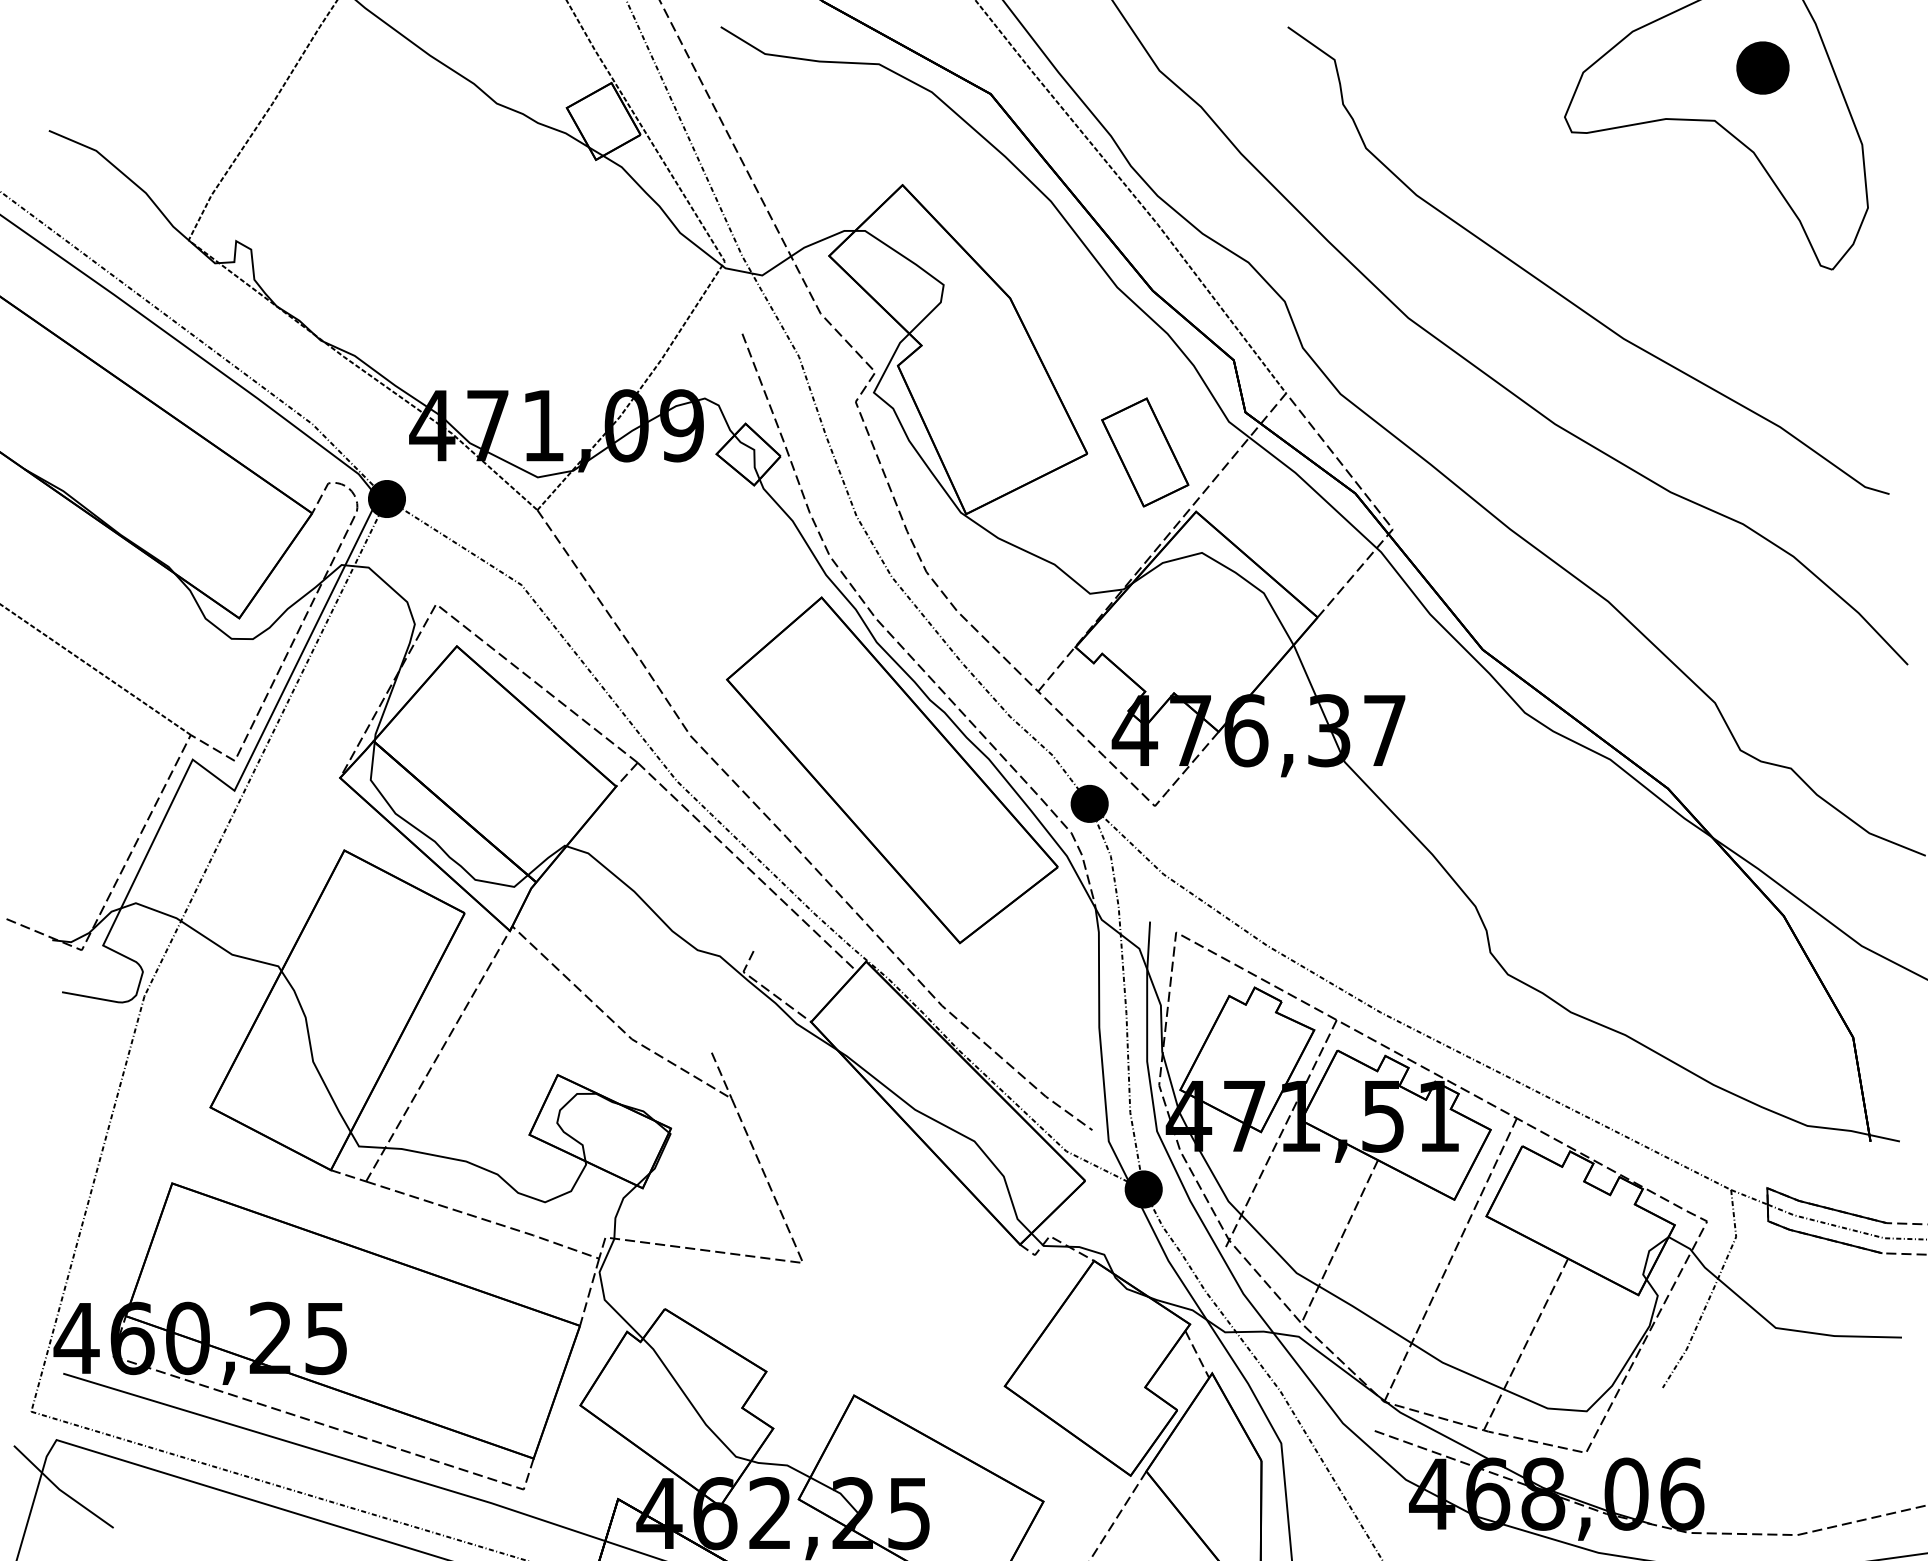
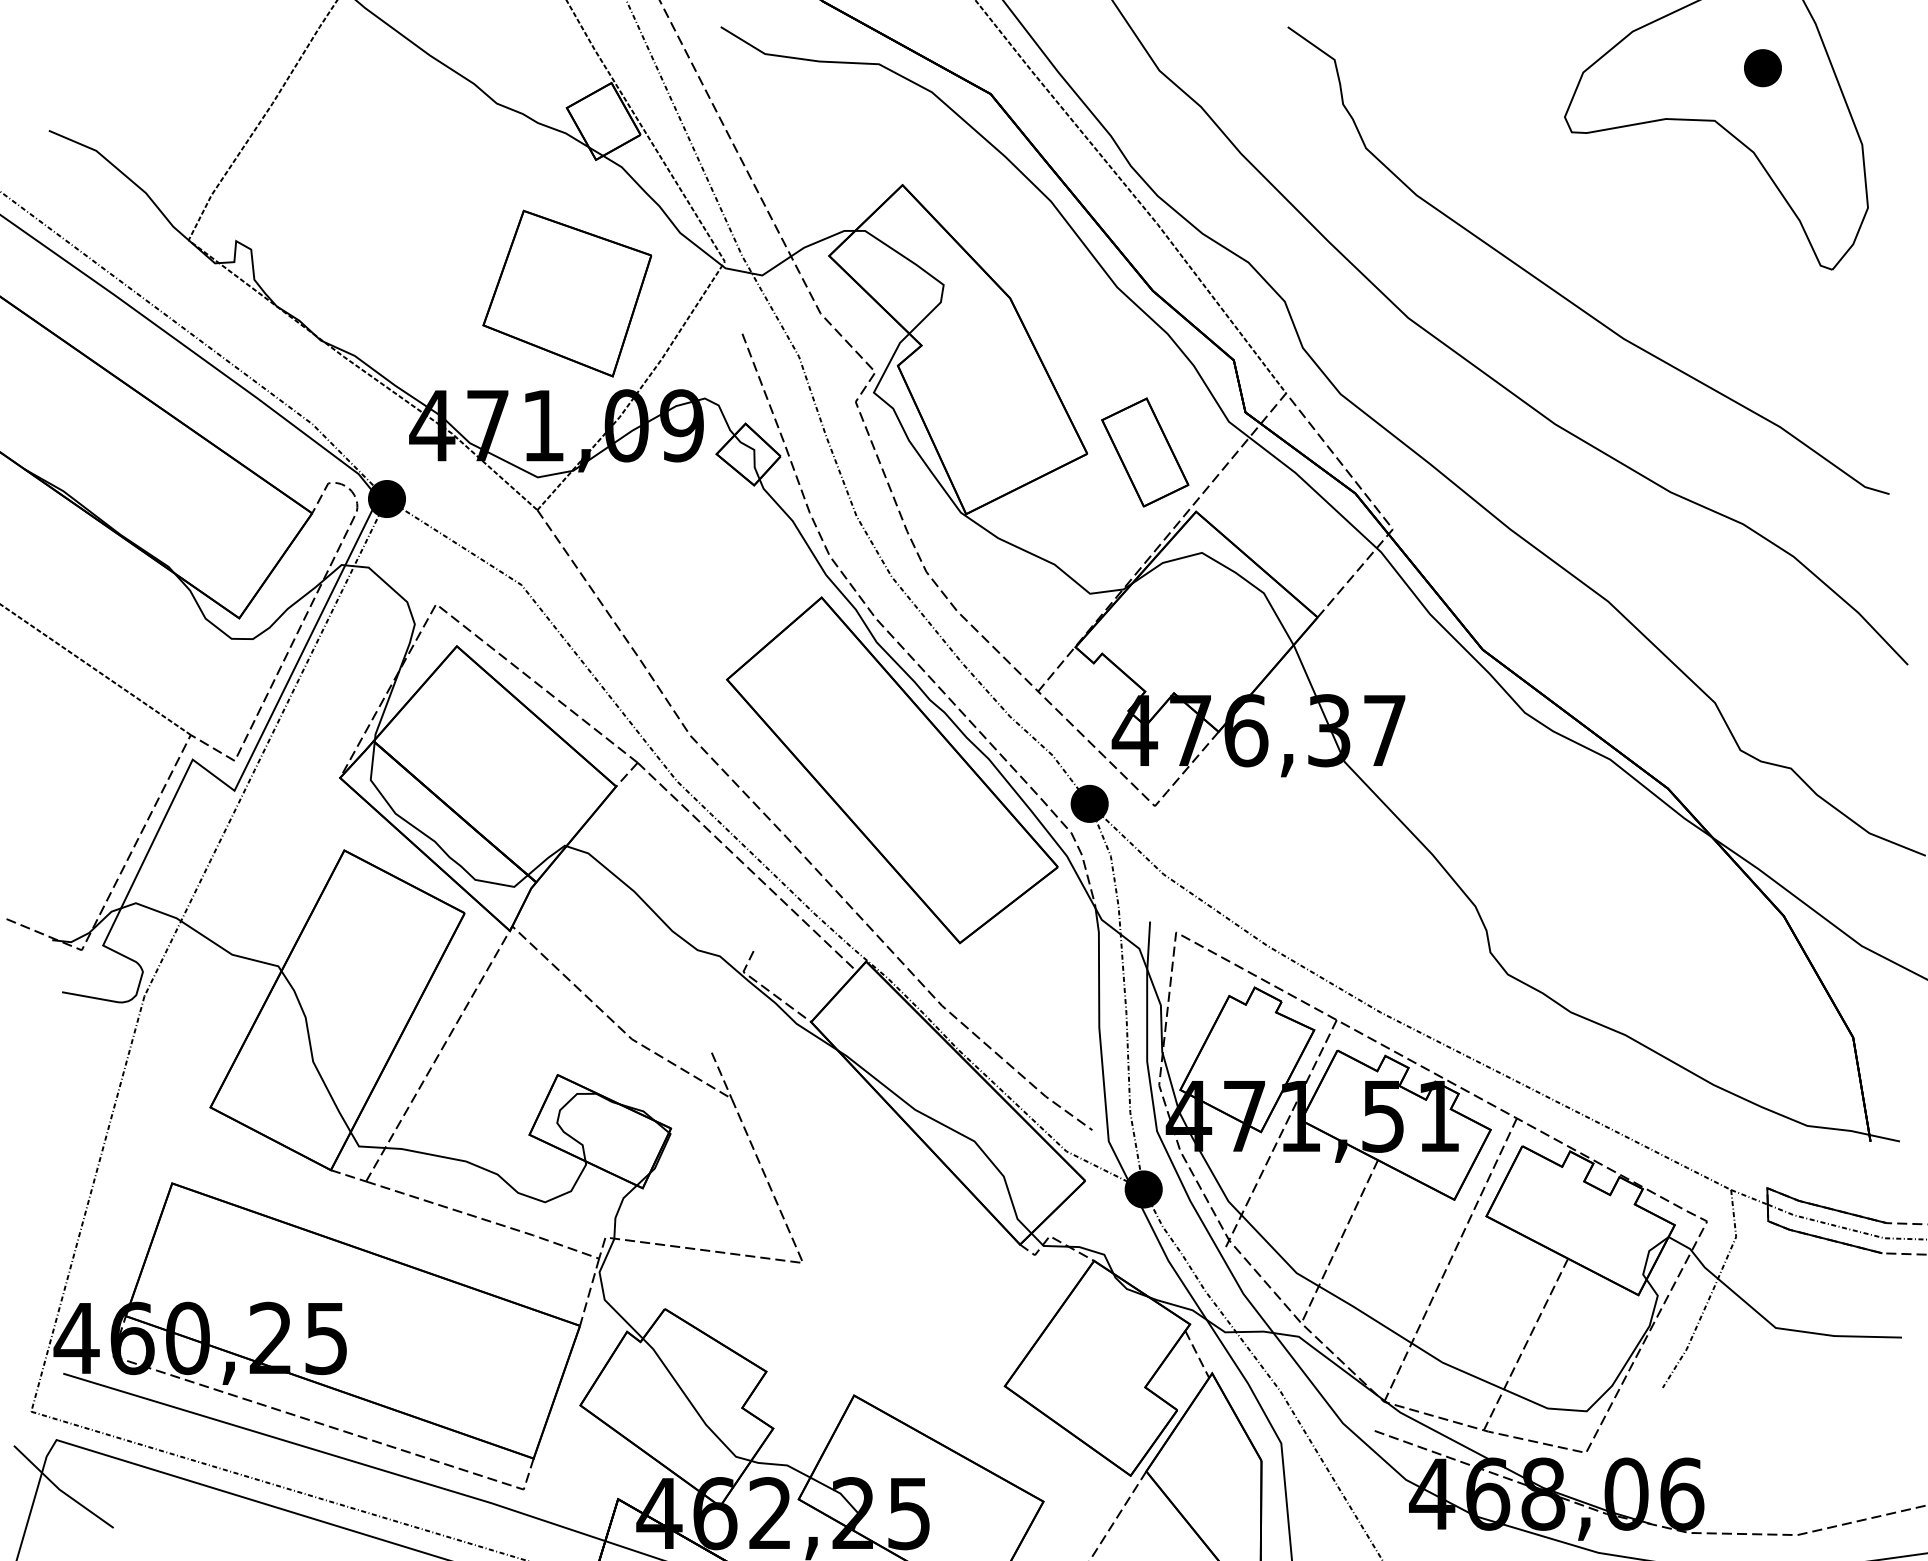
part at (1762, 67) size: 54x54 px -> 38x39 px
part at (567, 293): none -> present
